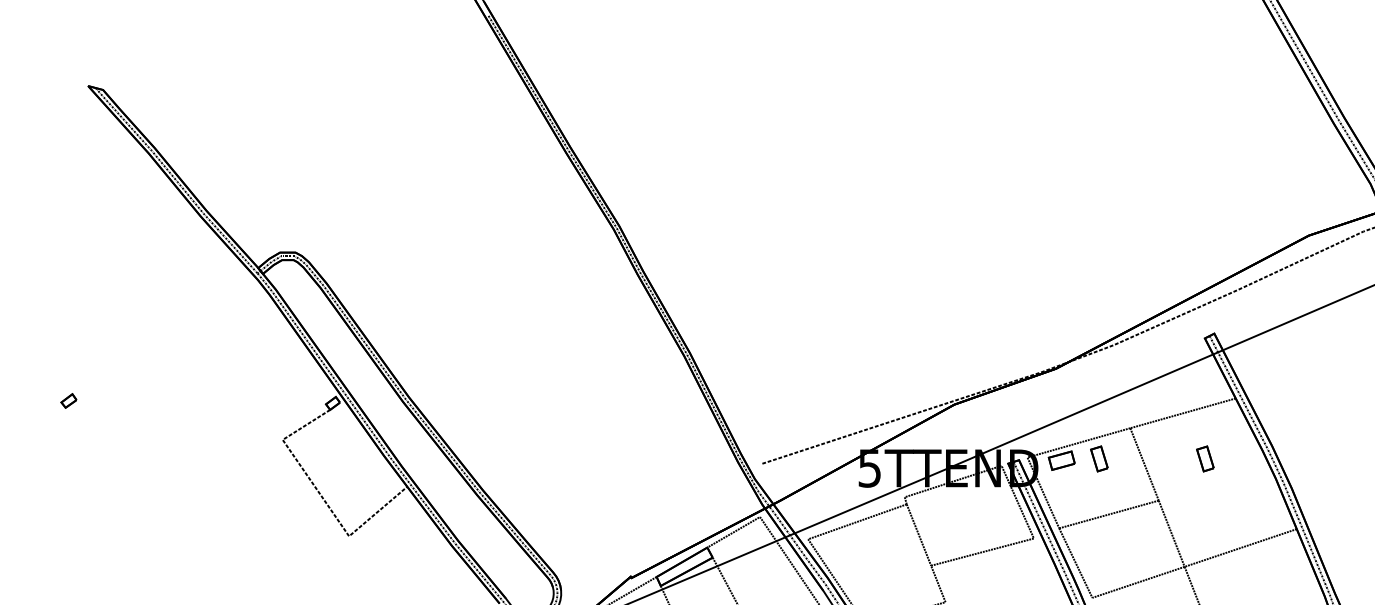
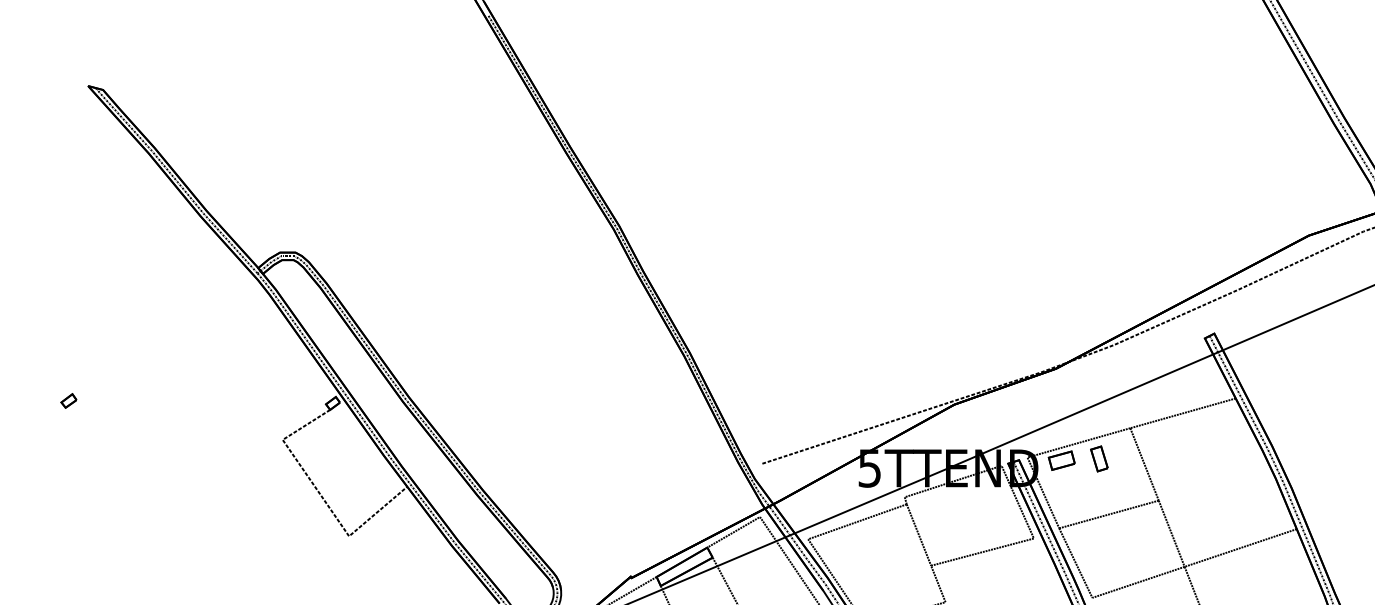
part at (1205, 458): present -> none
